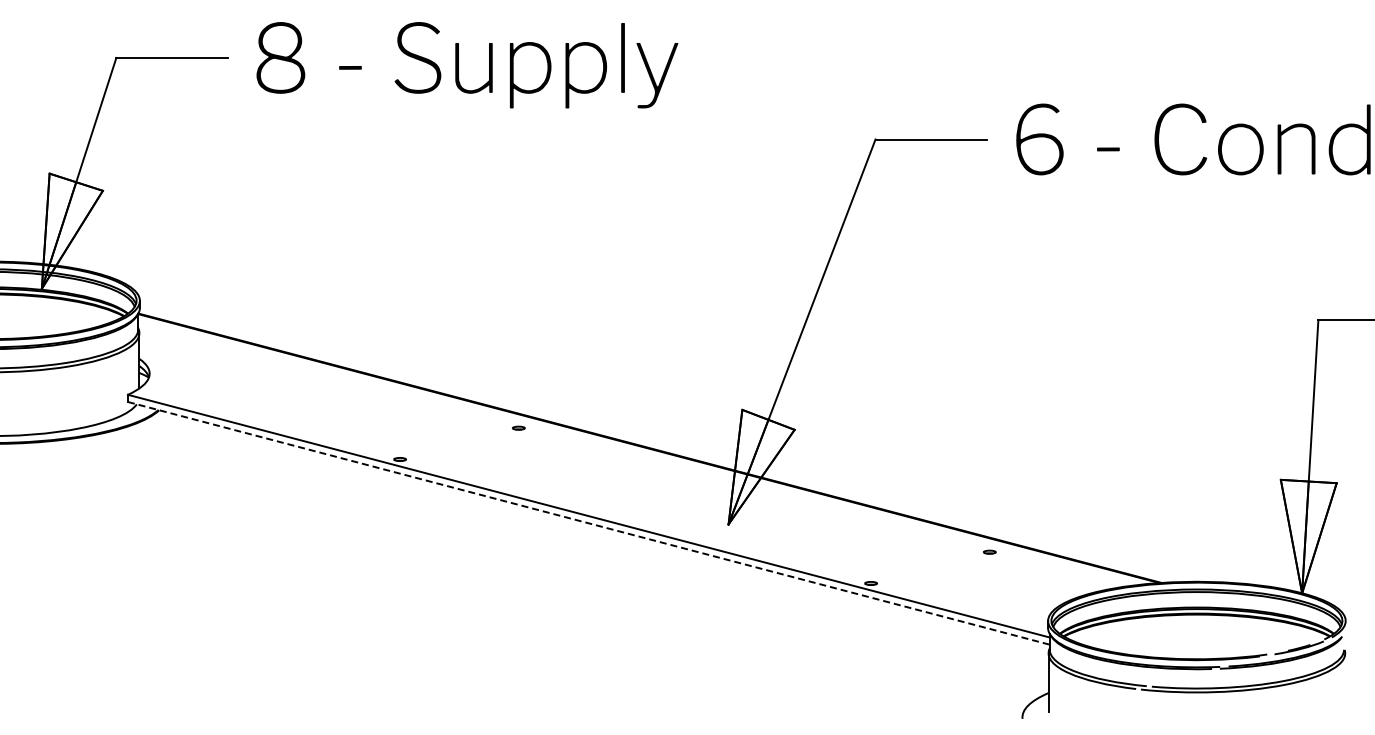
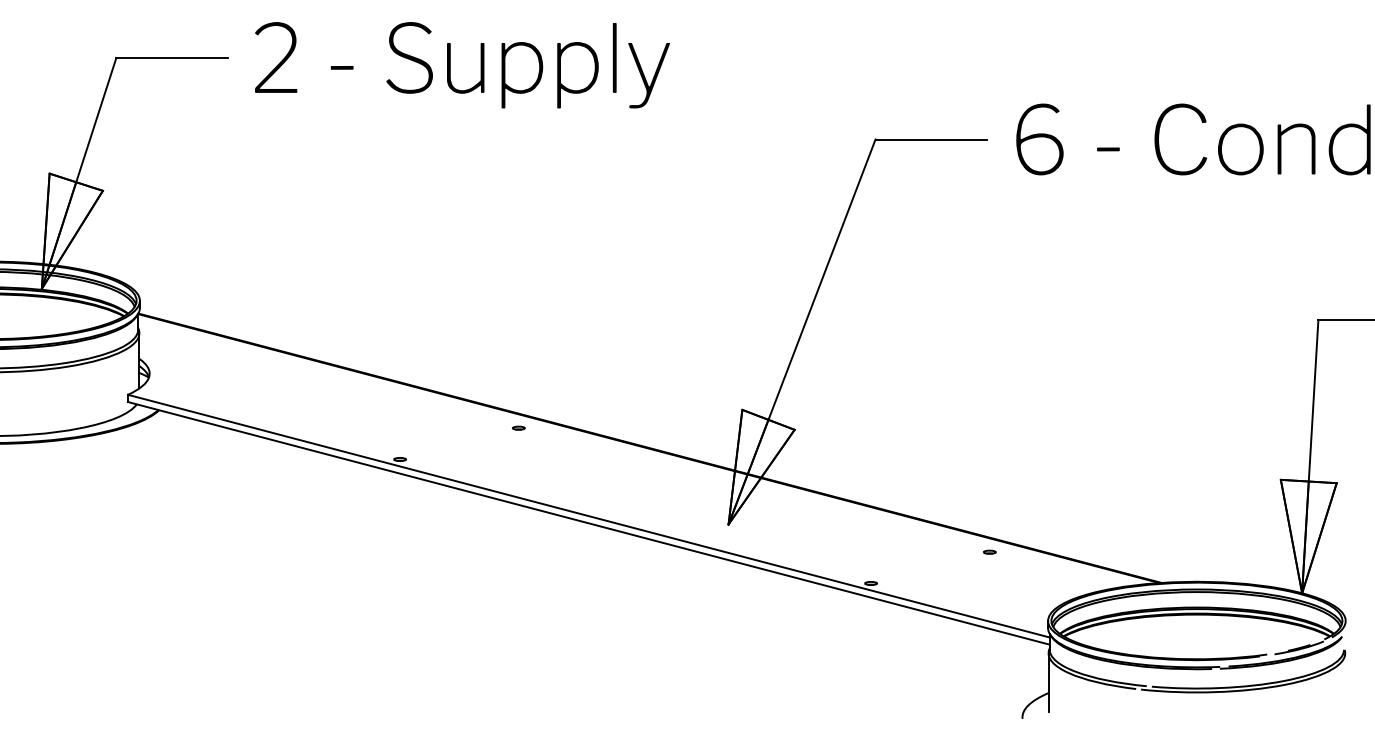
text at (466, 65): 8 -> 2
line at (588, 523): dashed -> solid
